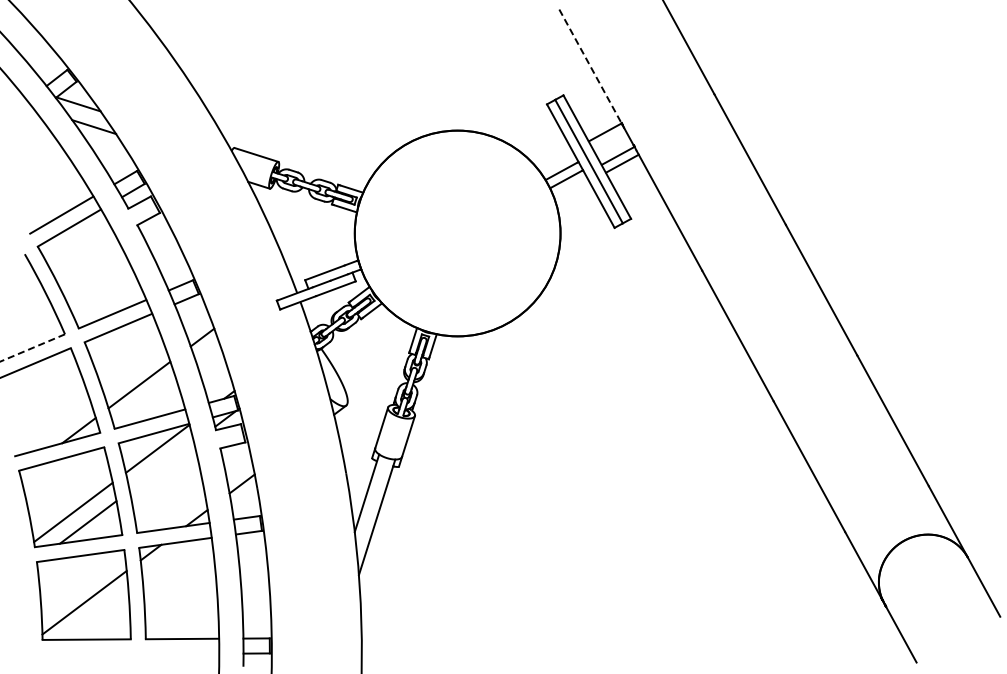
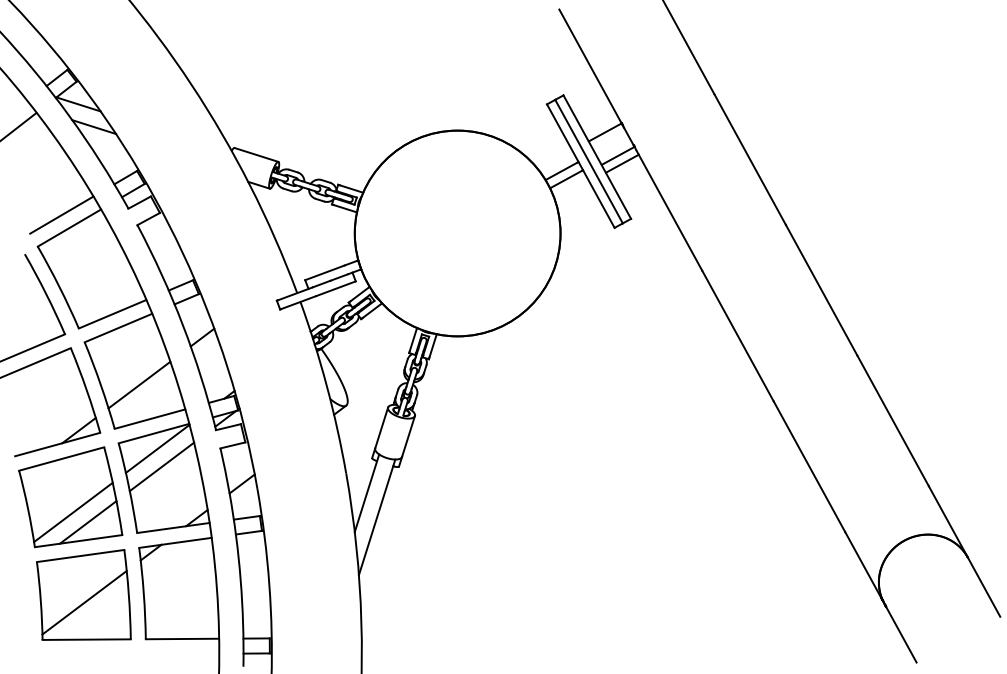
line at (590, 66): dashed -> solid
line at (19, 125): none -> present
line at (32, 348): dashed -> solid
line at (161, 466): none -> present
